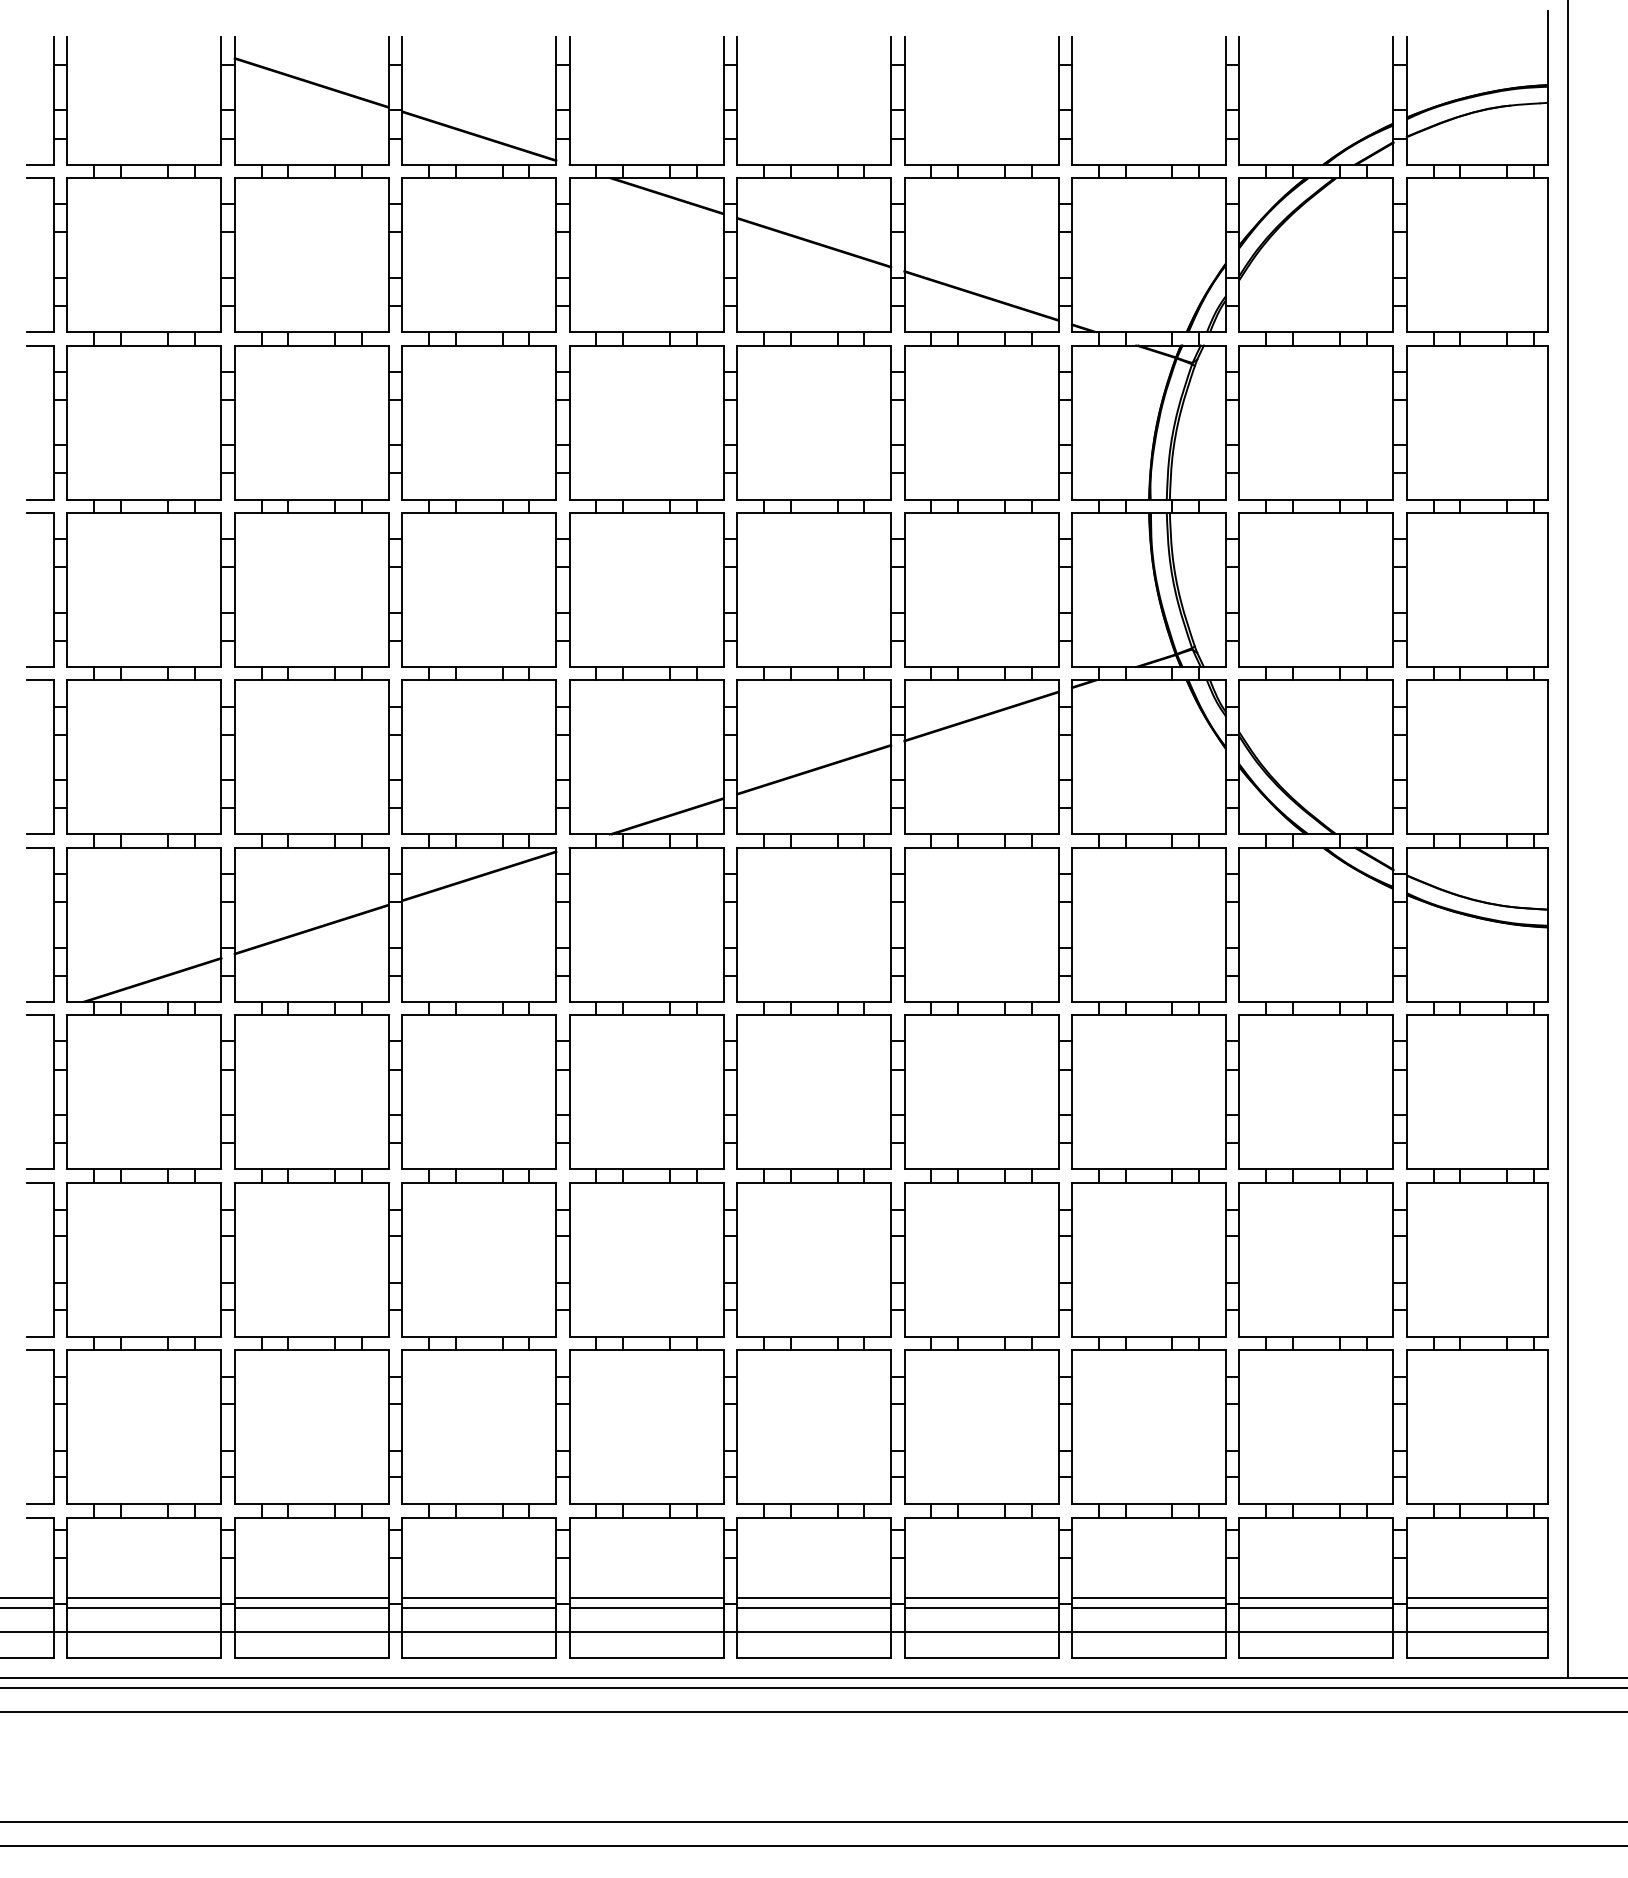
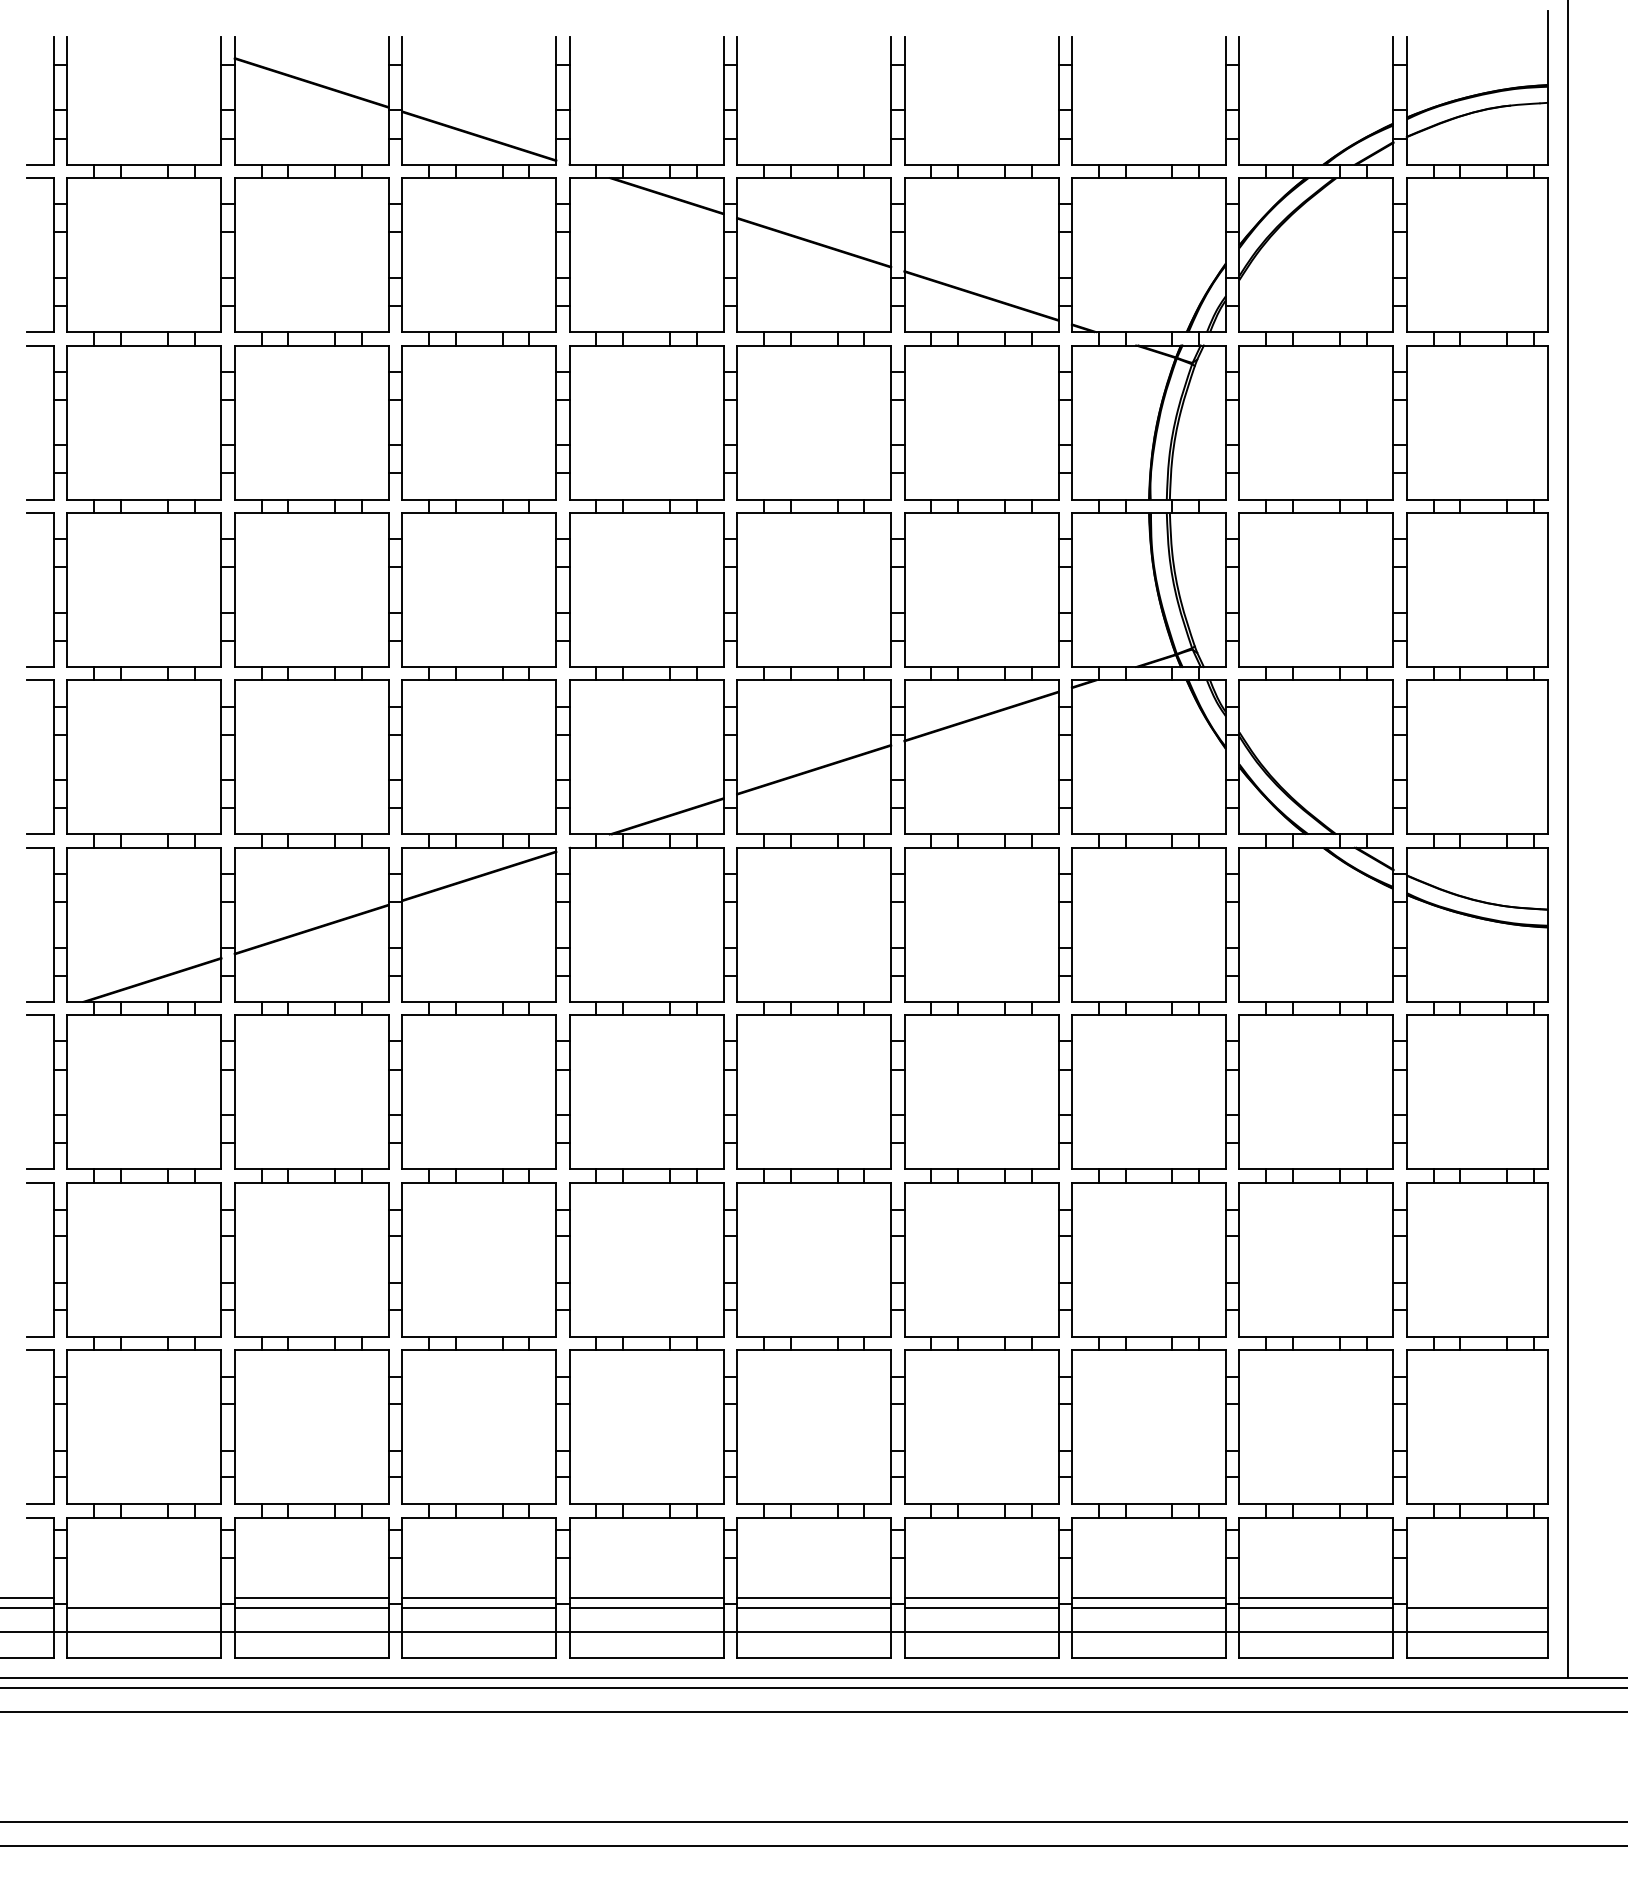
line at (144, 1597): present -> none
line at (1476, 1597): present -> none
